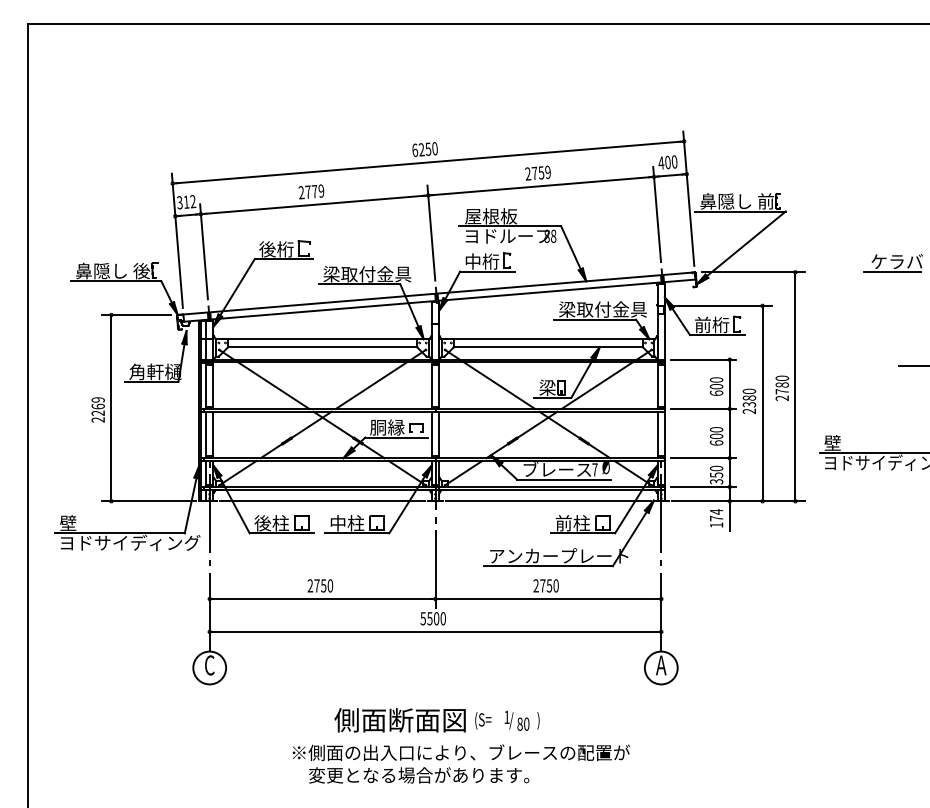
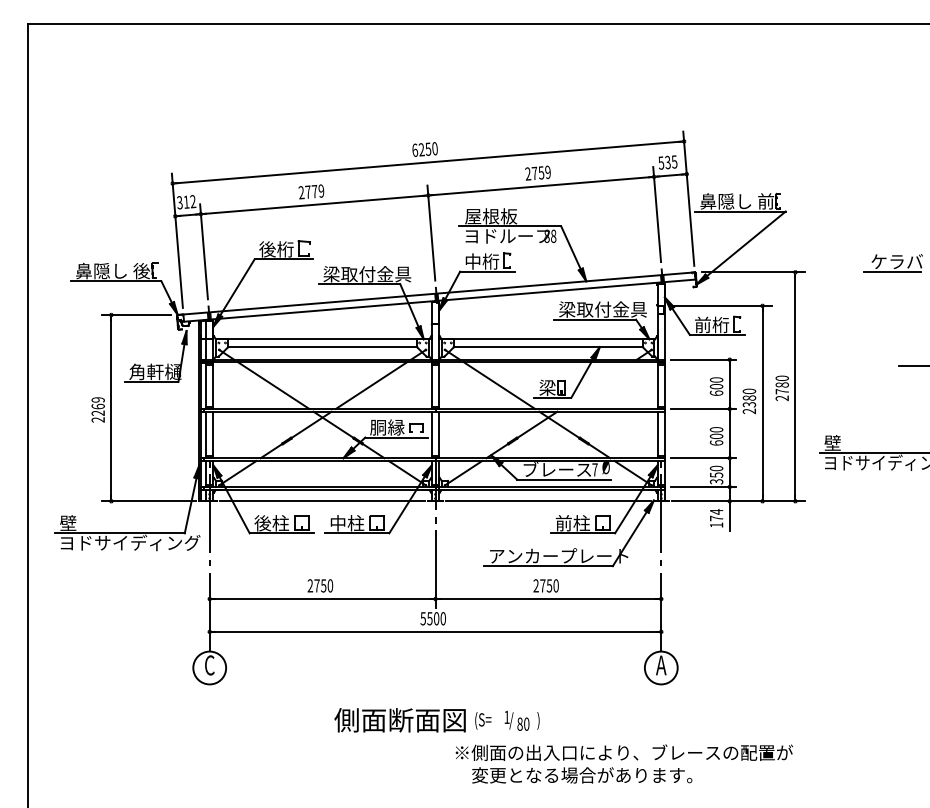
text at (667, 162): 400 -> 535
line at (596, 385): present -> none
text at (460, 763) position: (460, 763) -> (623, 763)
